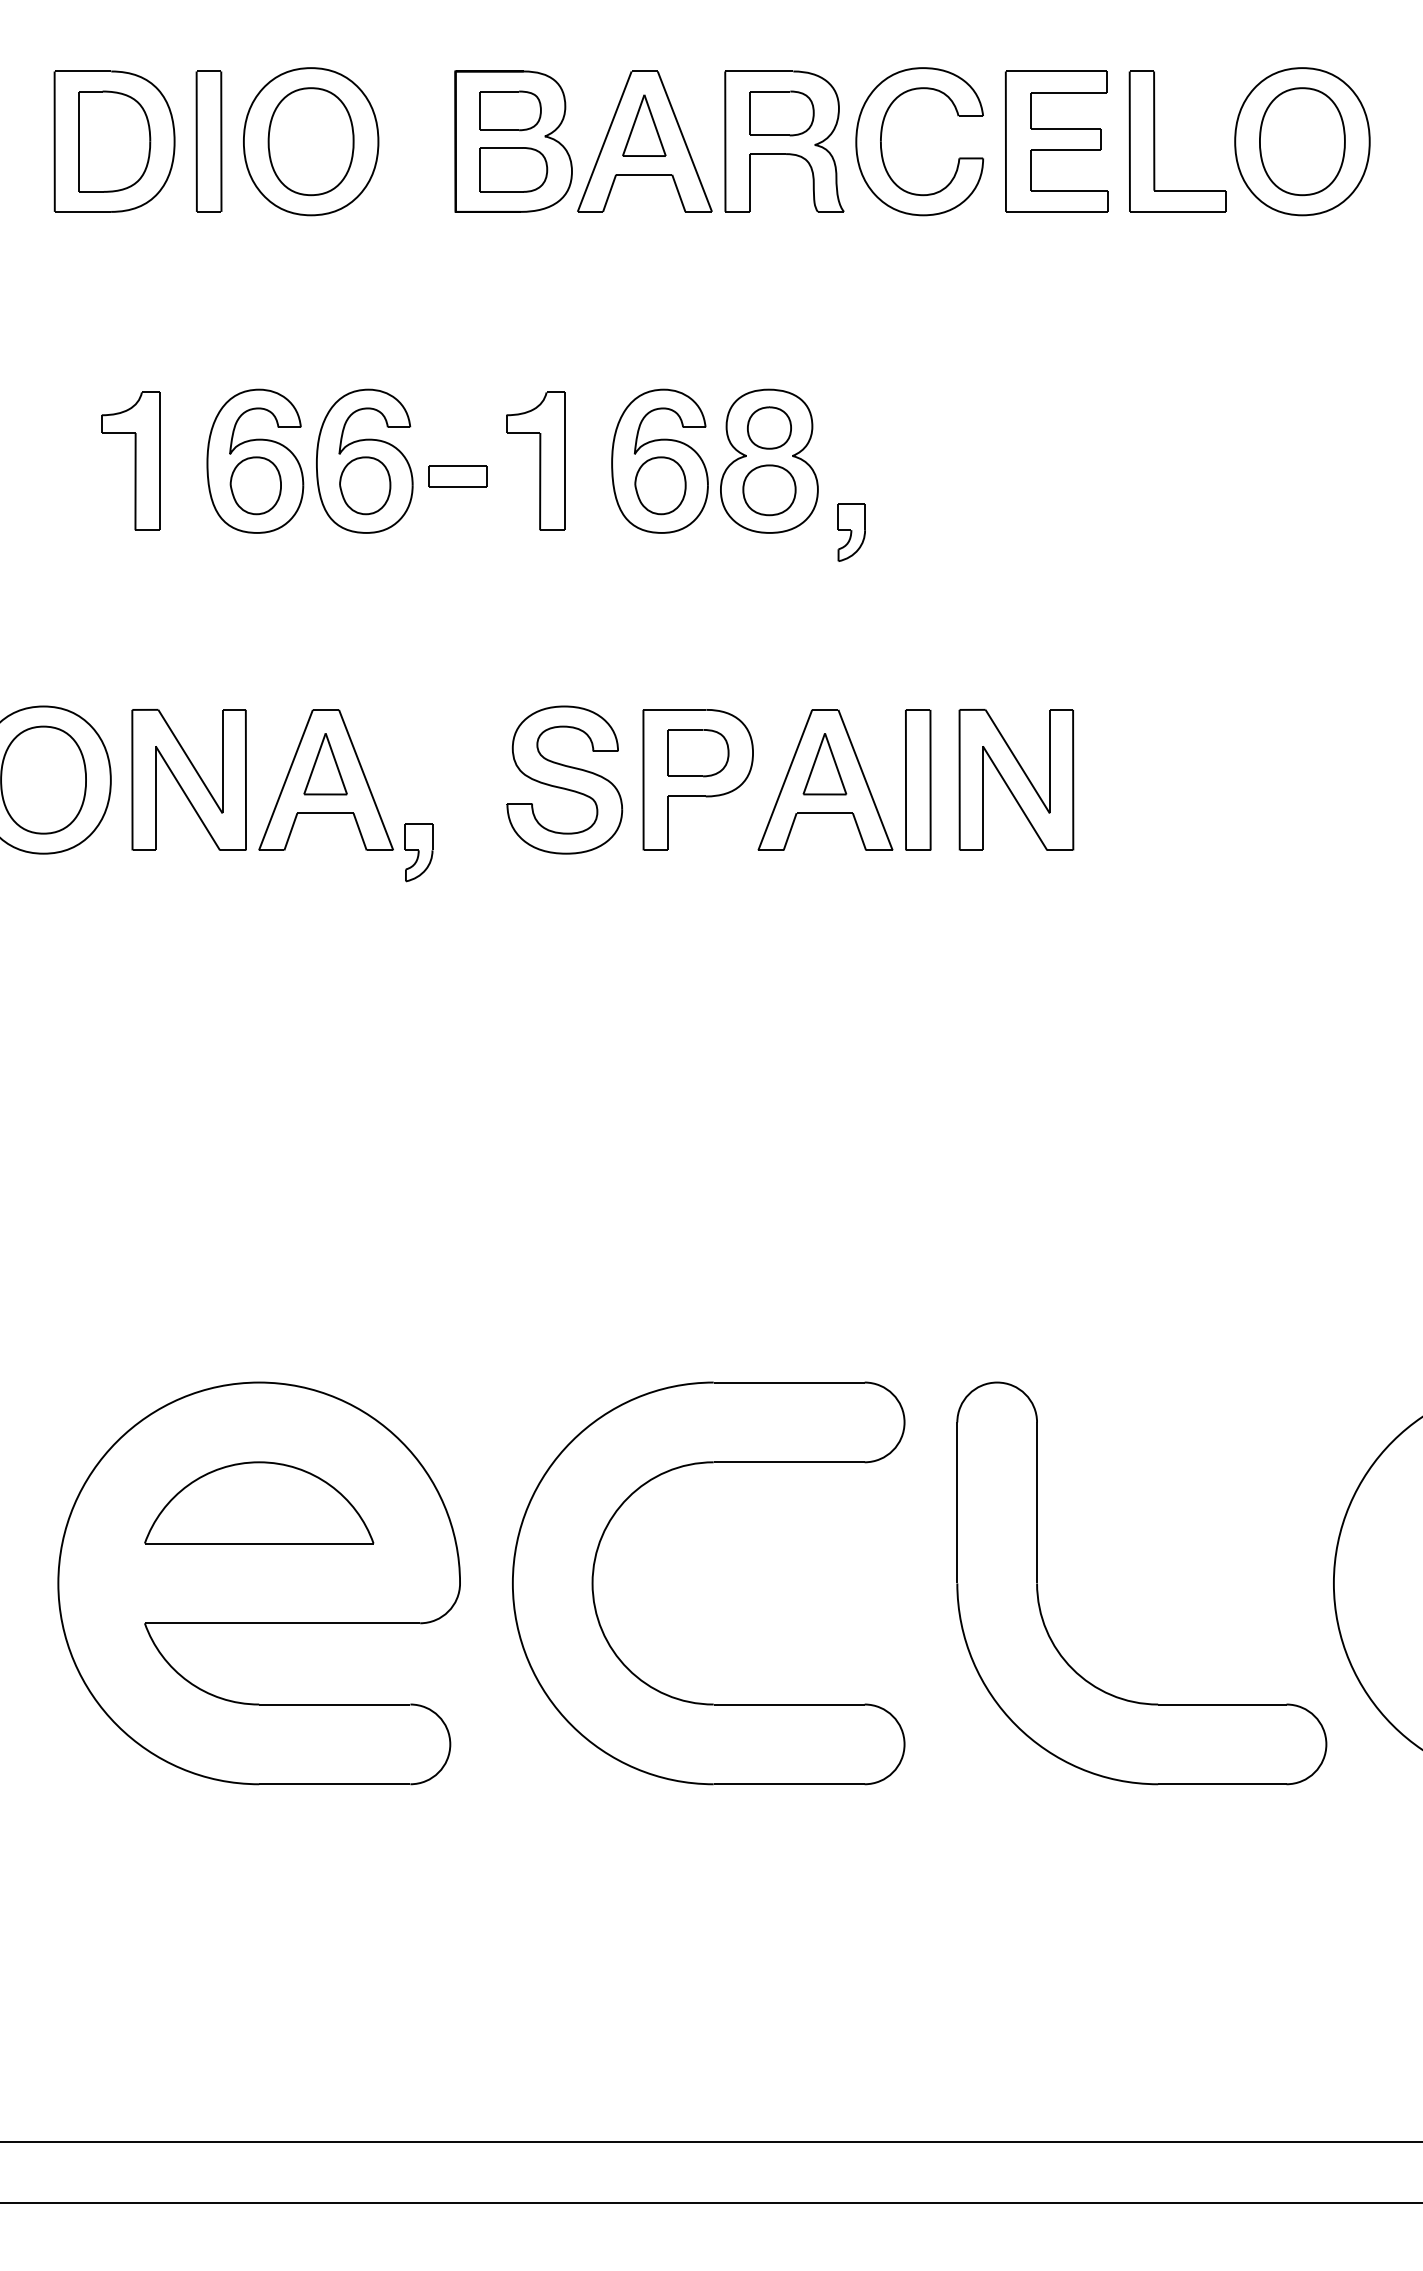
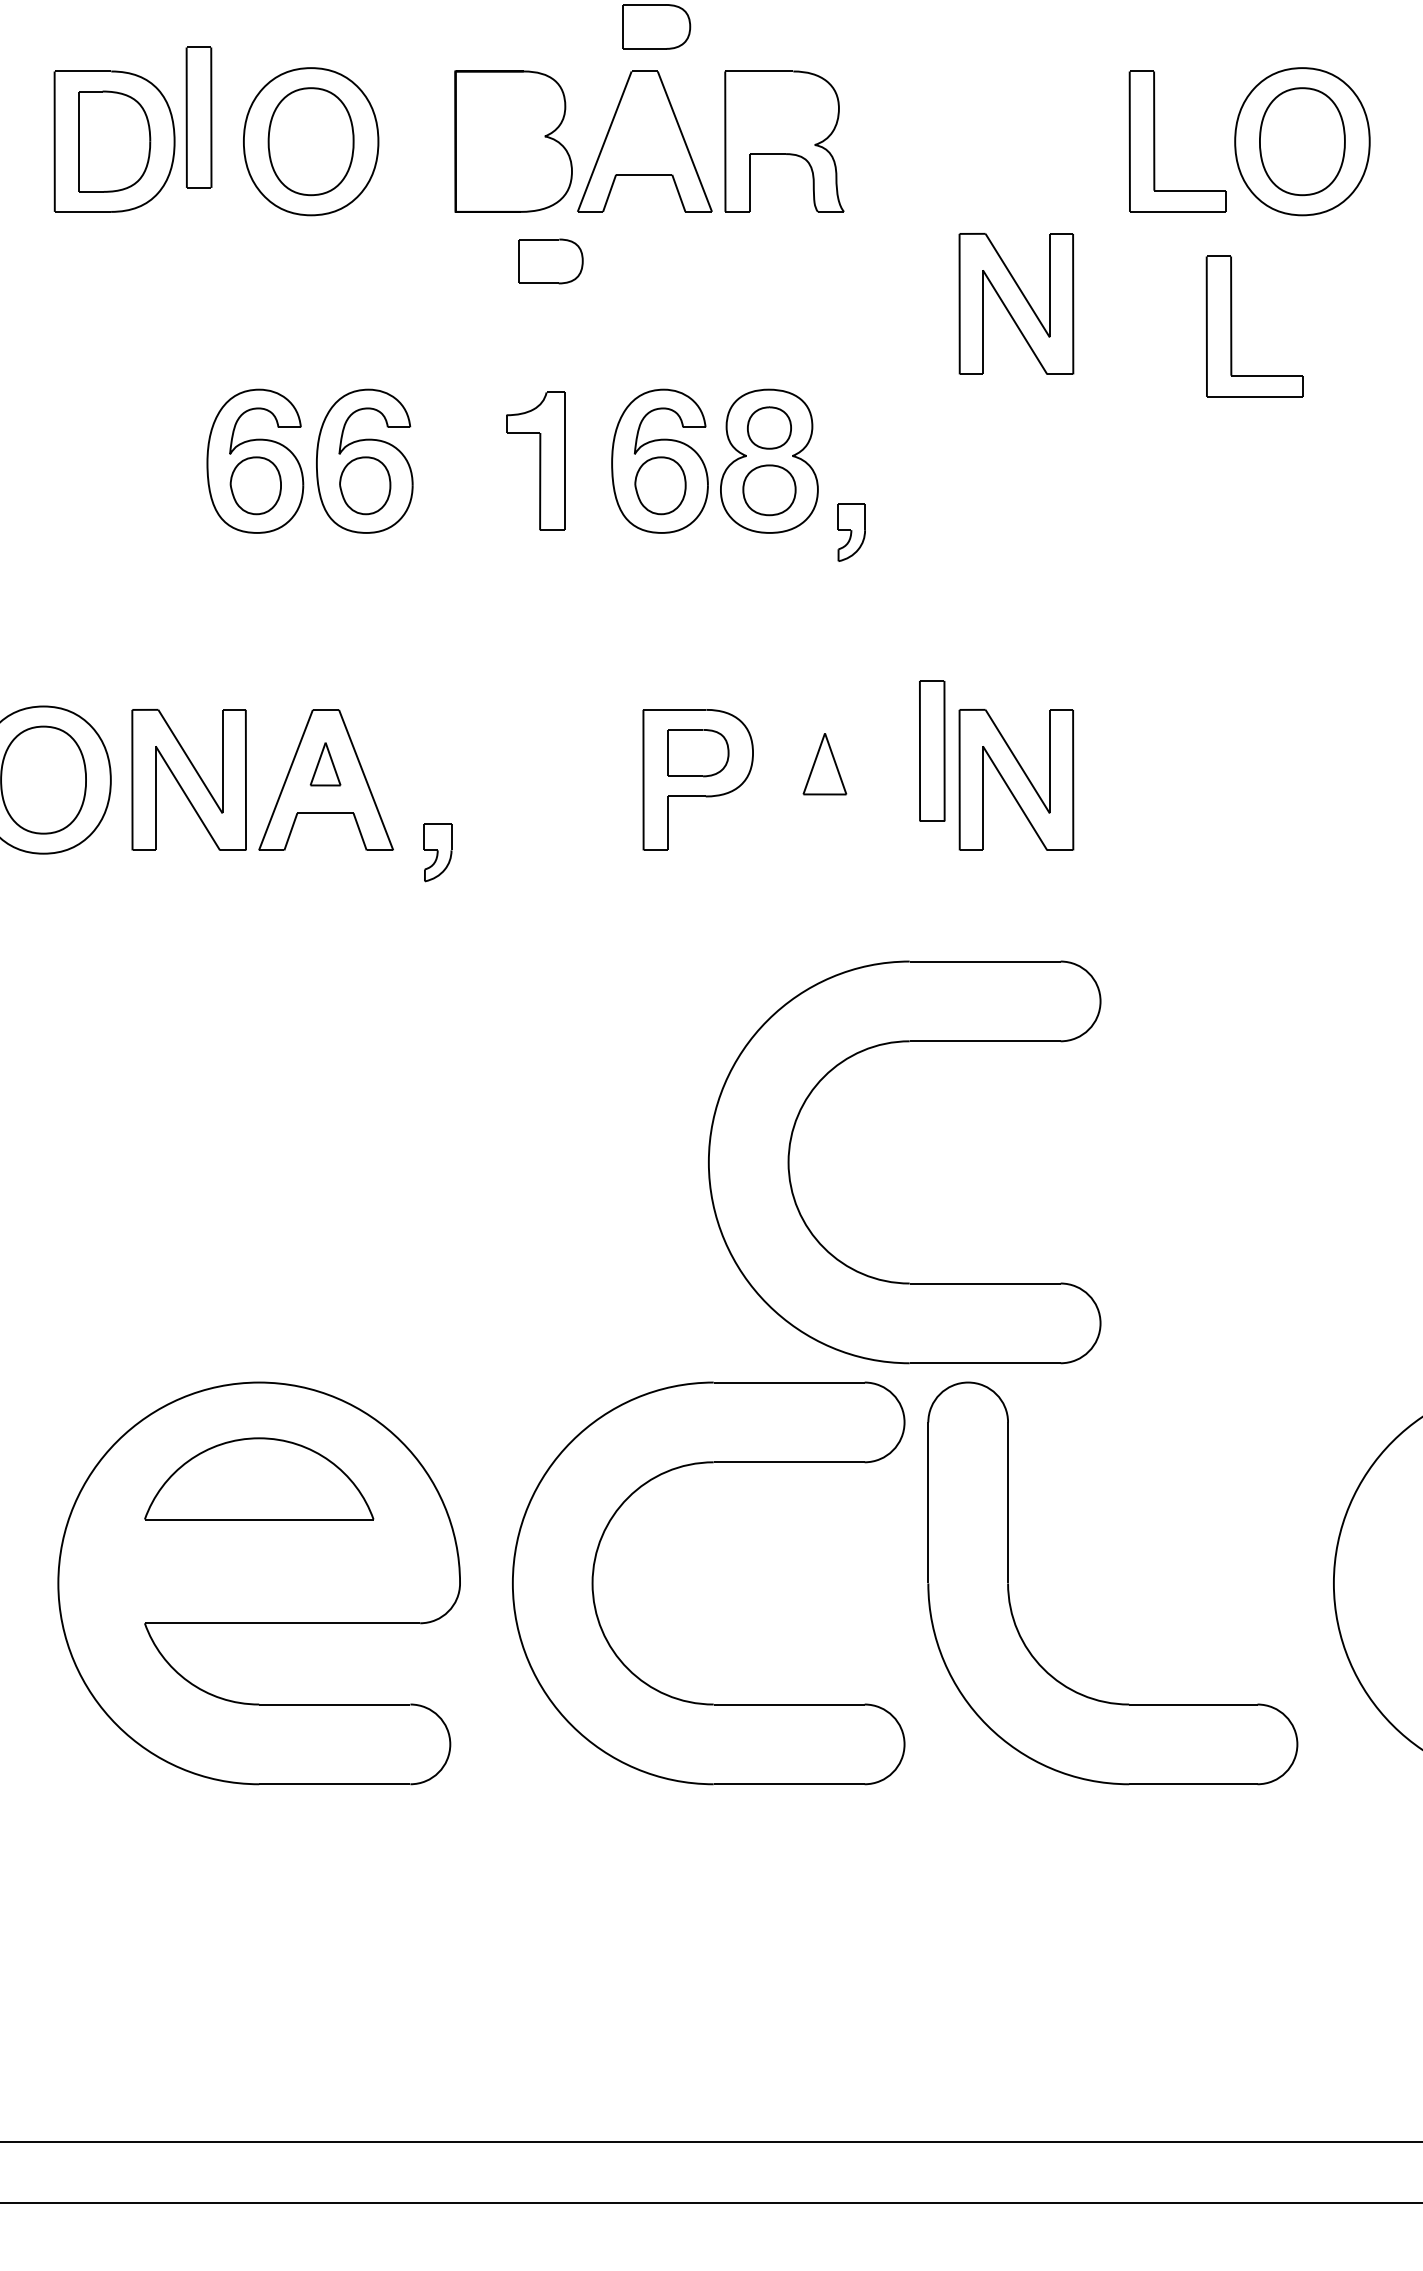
part at (510, 110): present -> none
part at (781, 113) position: (781, 113) -> (550, 261)
part at (644, 125): present -> none
part at (882, 134): present -> none
part at (208, 141) position: (208, 141) -> (198, 117)
part at (1056, 141): present -> none
part at (513, 169) position: (513, 169) -> (656, 26)
part at (1016, 303): none -> present
part at (1232, 326): none -> present
part at (130, 460): present -> none
part at (457, 476): present -> none
part at (325, 764) size: 45x63 px -> 33x45 px
part at (564, 779): present -> none
part at (825, 779): present -> none
part at (918, 779) position: (918, 779) -> (932, 750)
part at (418, 852) position: (418, 852) -> (437, 852)
part at (790, 1151): none -> present
part at (259, 1502) position: (259, 1502) -> (259, 1478)
part at (1038, 1588) position: (1038, 1588) -> (1009, 1588)
